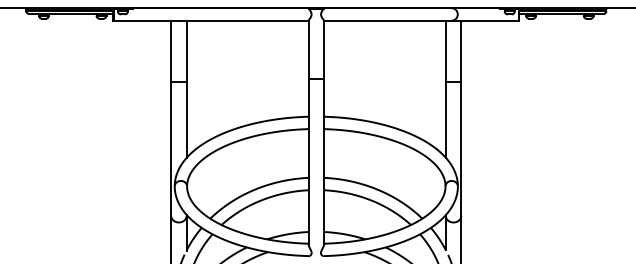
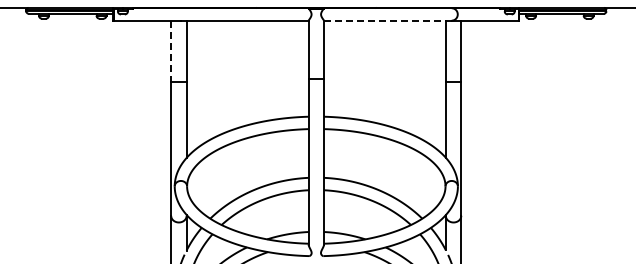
line at (387, 20): solid -> dashed
line at (171, 51): solid -> dashed
